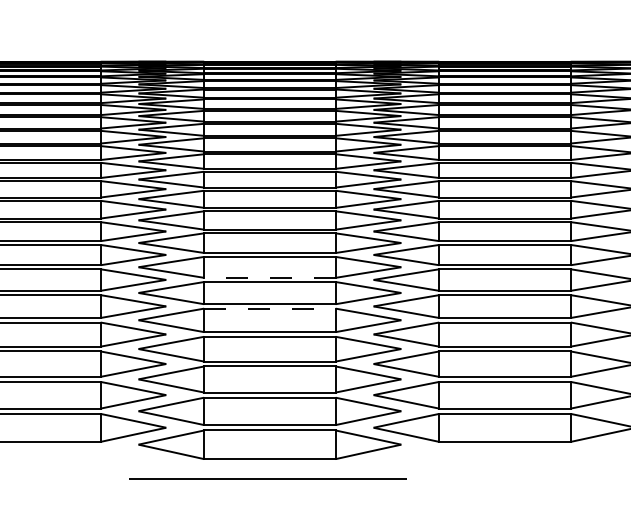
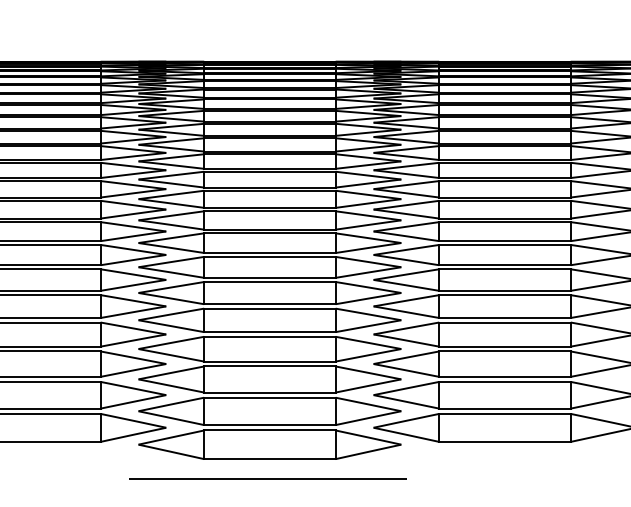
line at (269, 277): dashed -> solid
line at (269, 308): dashed -> solid
